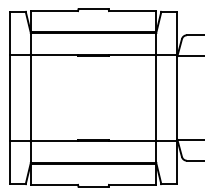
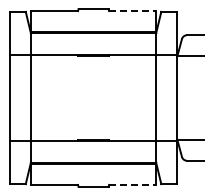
line at (132, 11): solid -> dashed
line at (132, 184): solid -> dashed
